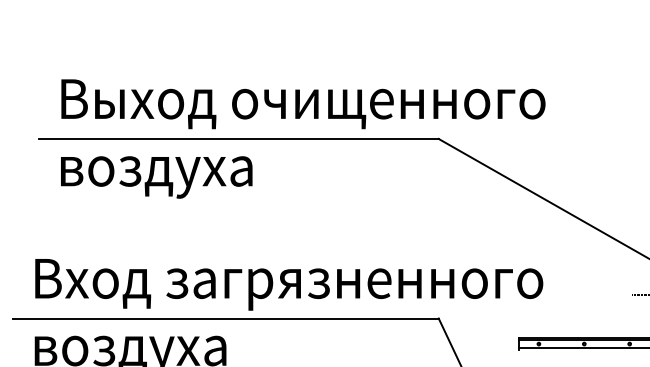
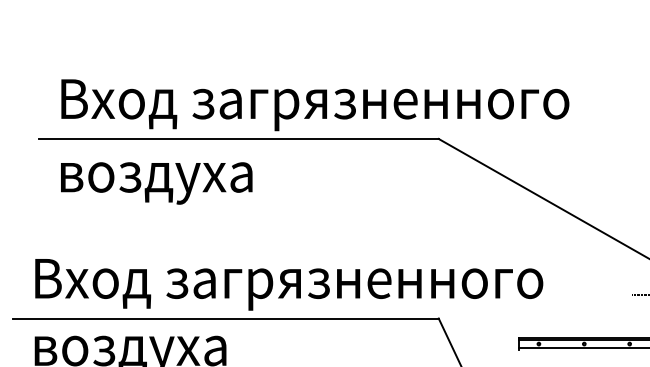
text at (330, 109): Выход очищенного -> Вход загрязненного
text at (156, 177) position: (156, 177) -> (156, 183)
